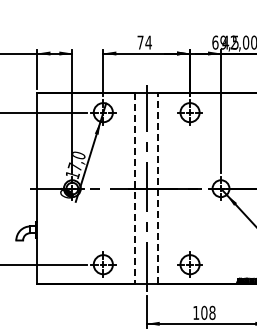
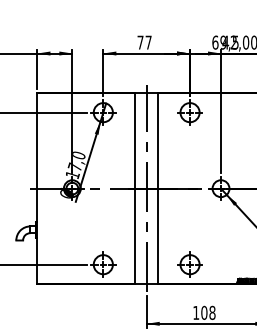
text at (148, 42): 74 -> 77
line at (157, 188): dashed -> solid
line at (135, 189): dashed -> solid
